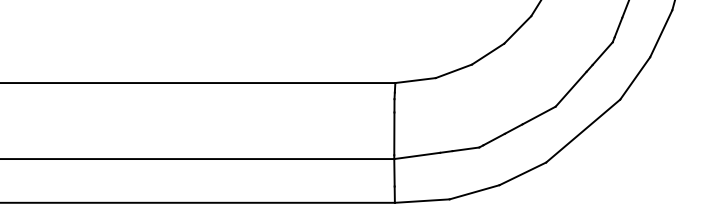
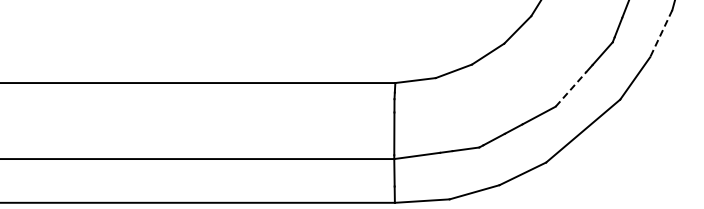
line at (661, 33): solid -> dashed
line at (571, 88): solid -> dashed
